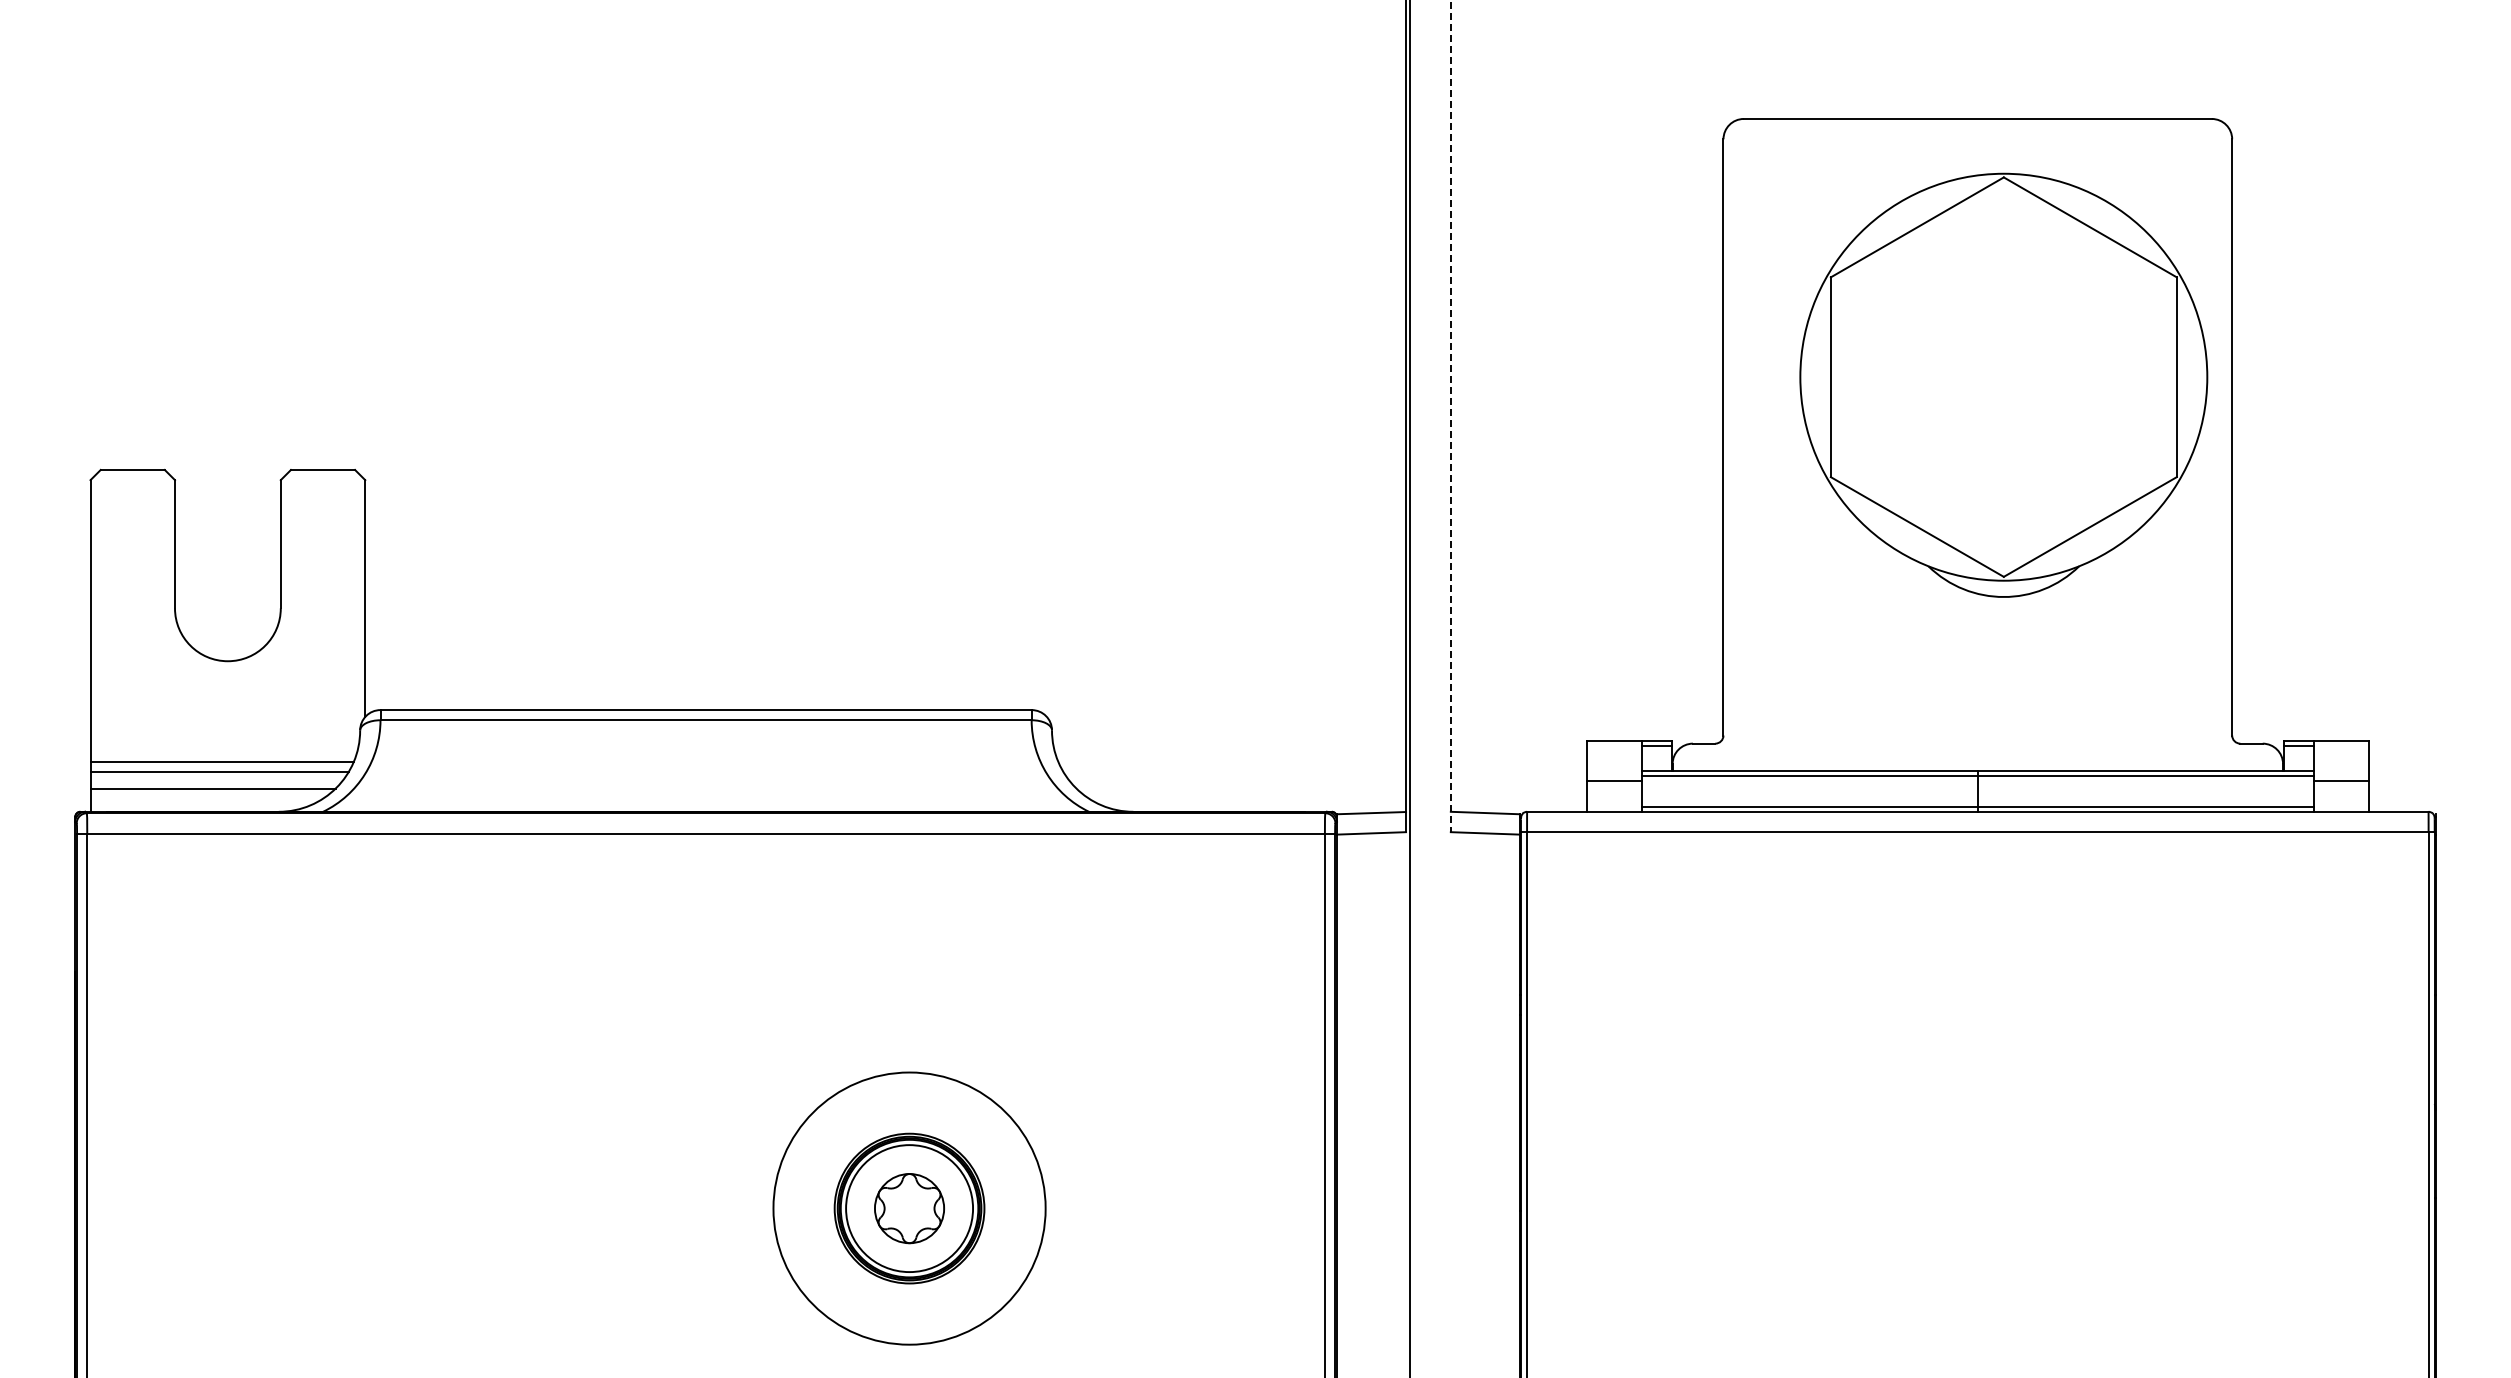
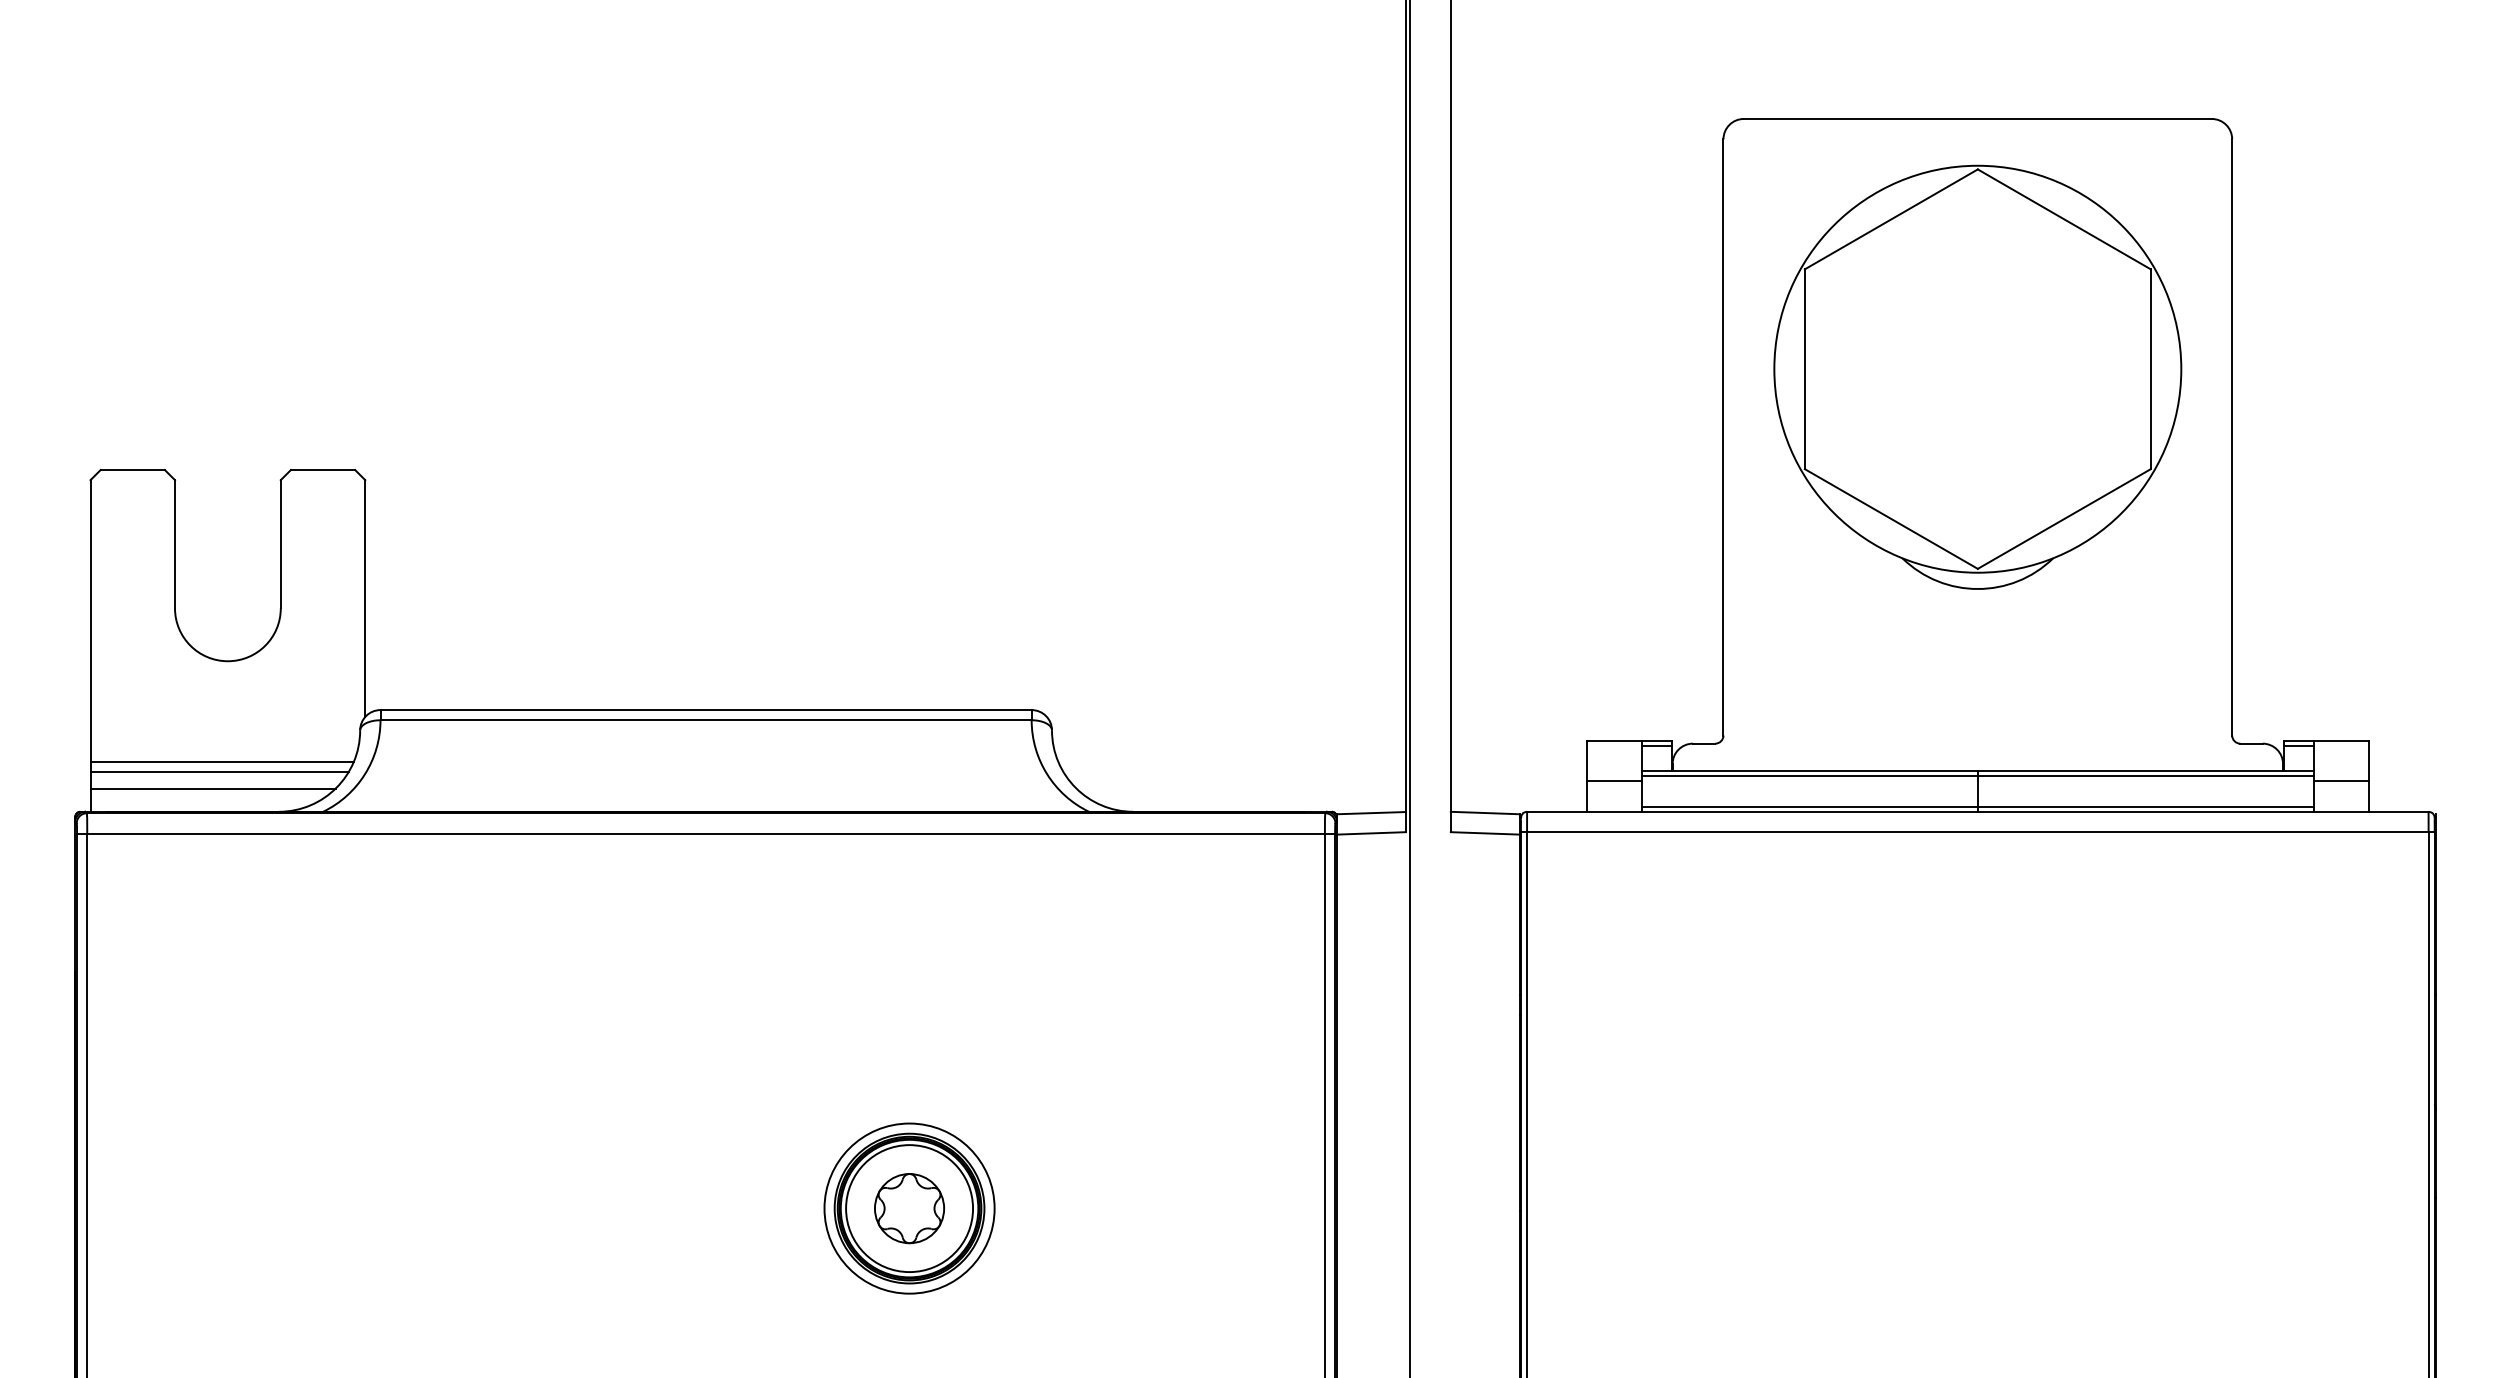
part at (2003, 384) position: (2003, 384) -> (1977, 376)
line at (1450, 416): dashed -> solid
circle at (909, 1208) diameter: 272 px -> 170 px
